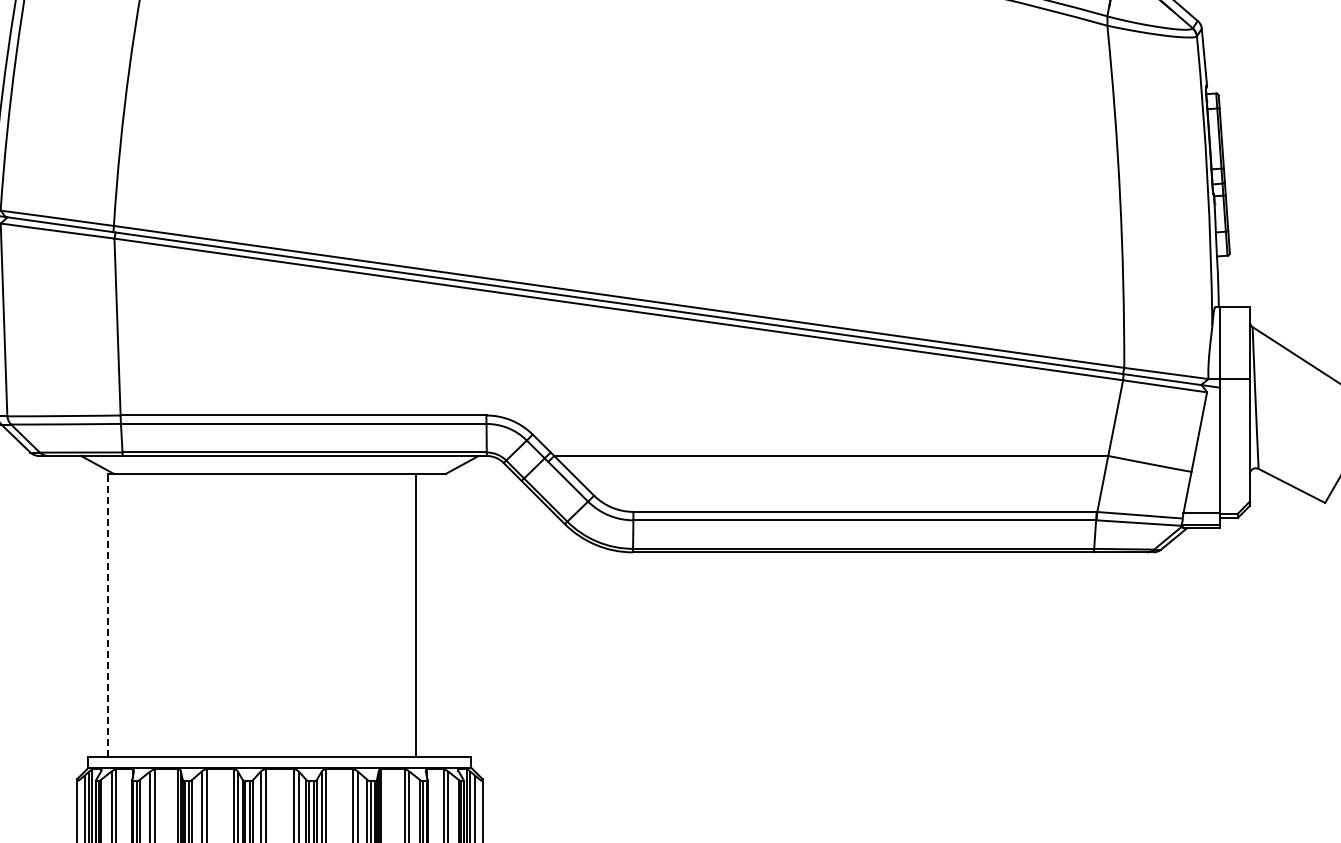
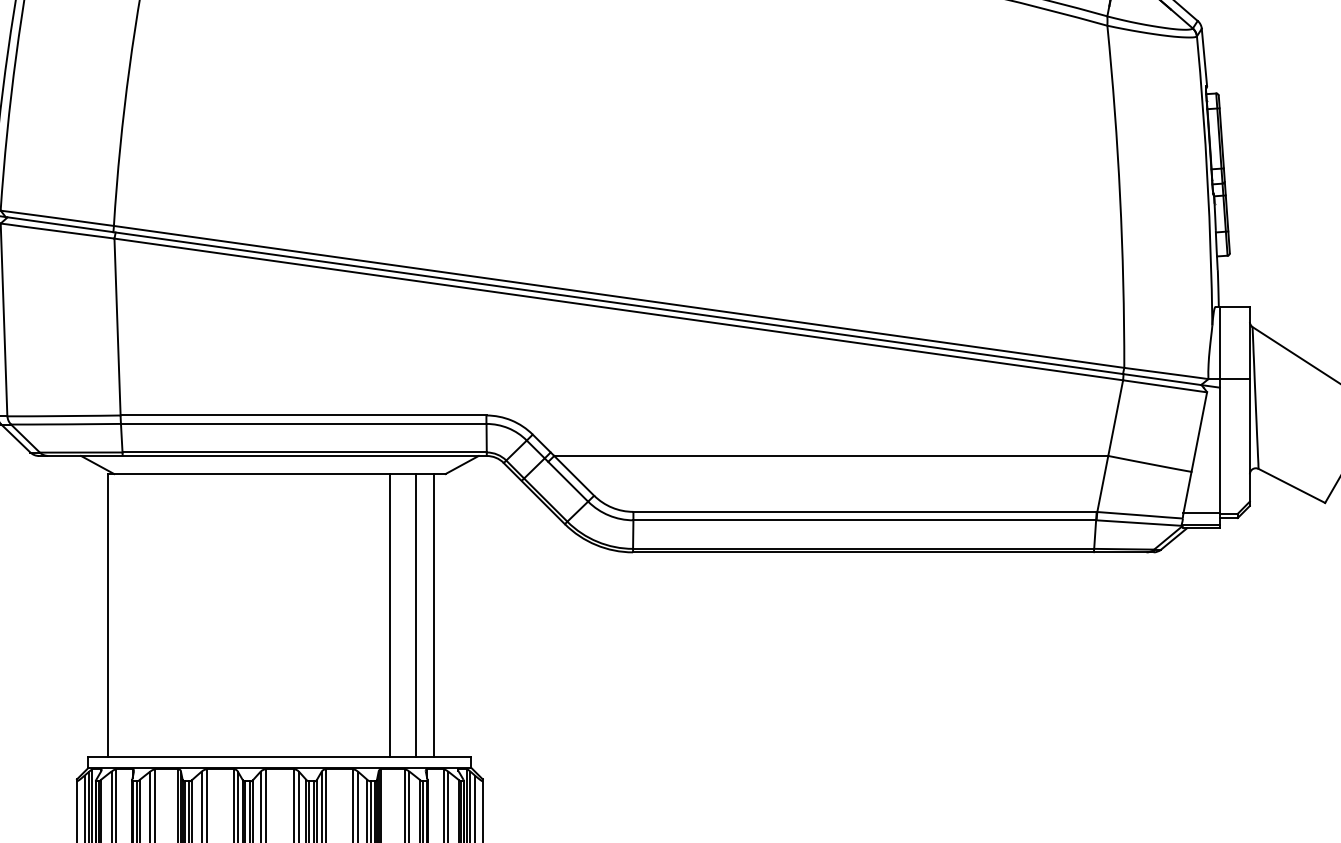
line at (108, 615): dashed -> solid
line at (390, 615): none -> present
line at (433, 615): none -> present
